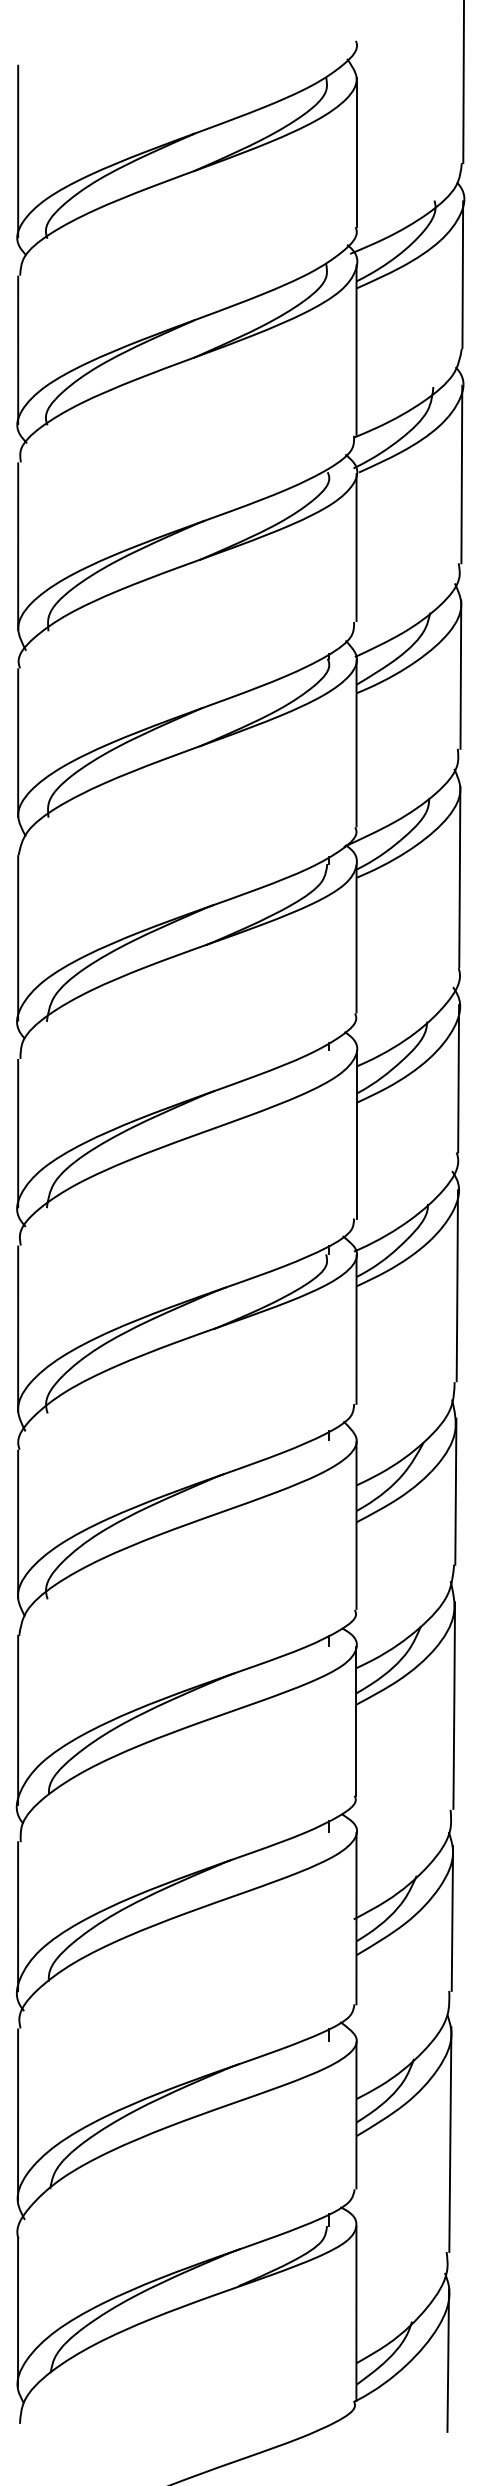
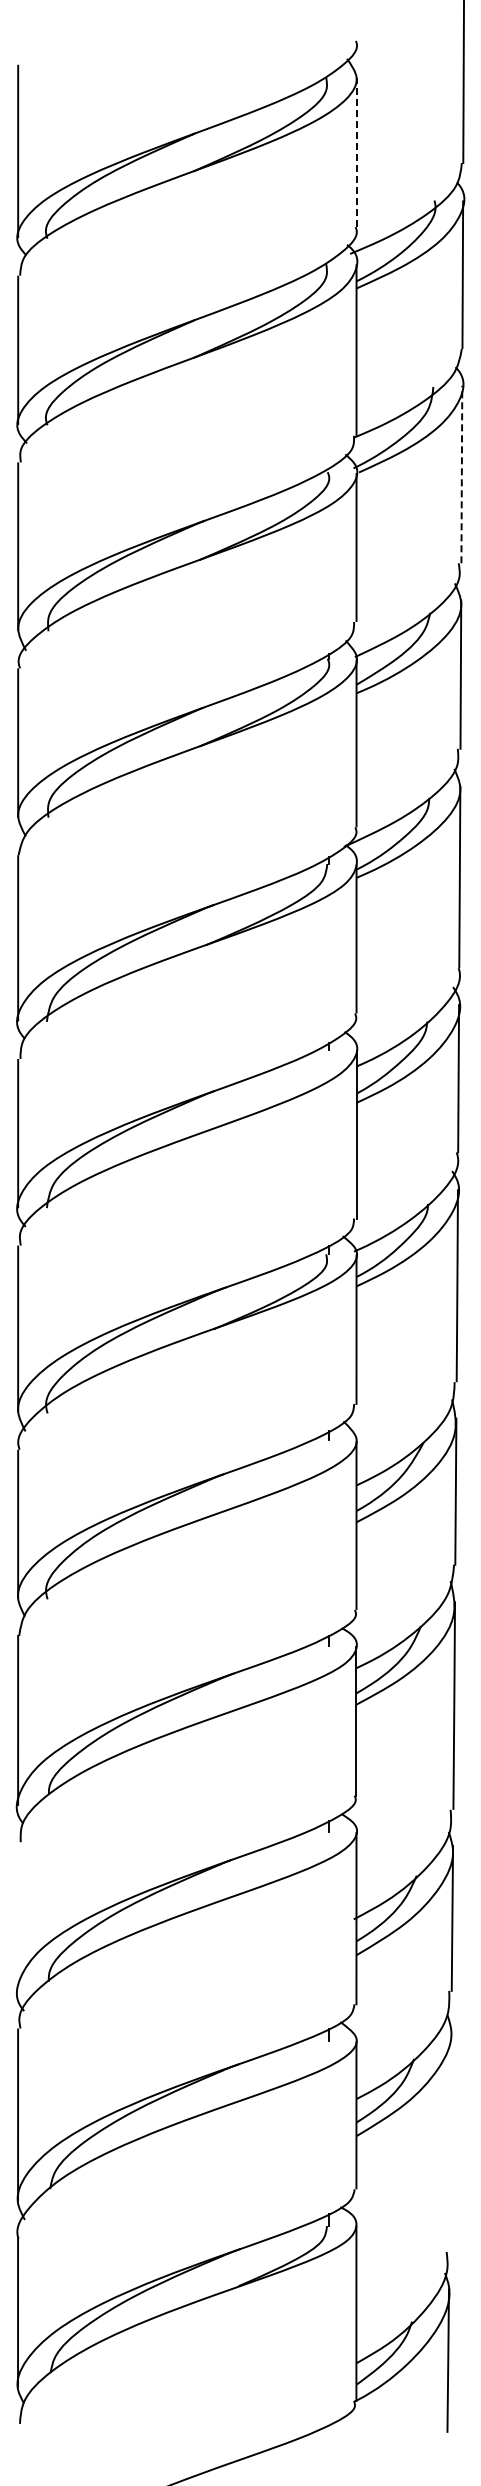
line at (356, 152): solid -> dashed
line at (461, 474): solid -> dashed
line at (18, 1916): present -> none
line at (450, 2139): present -> none
